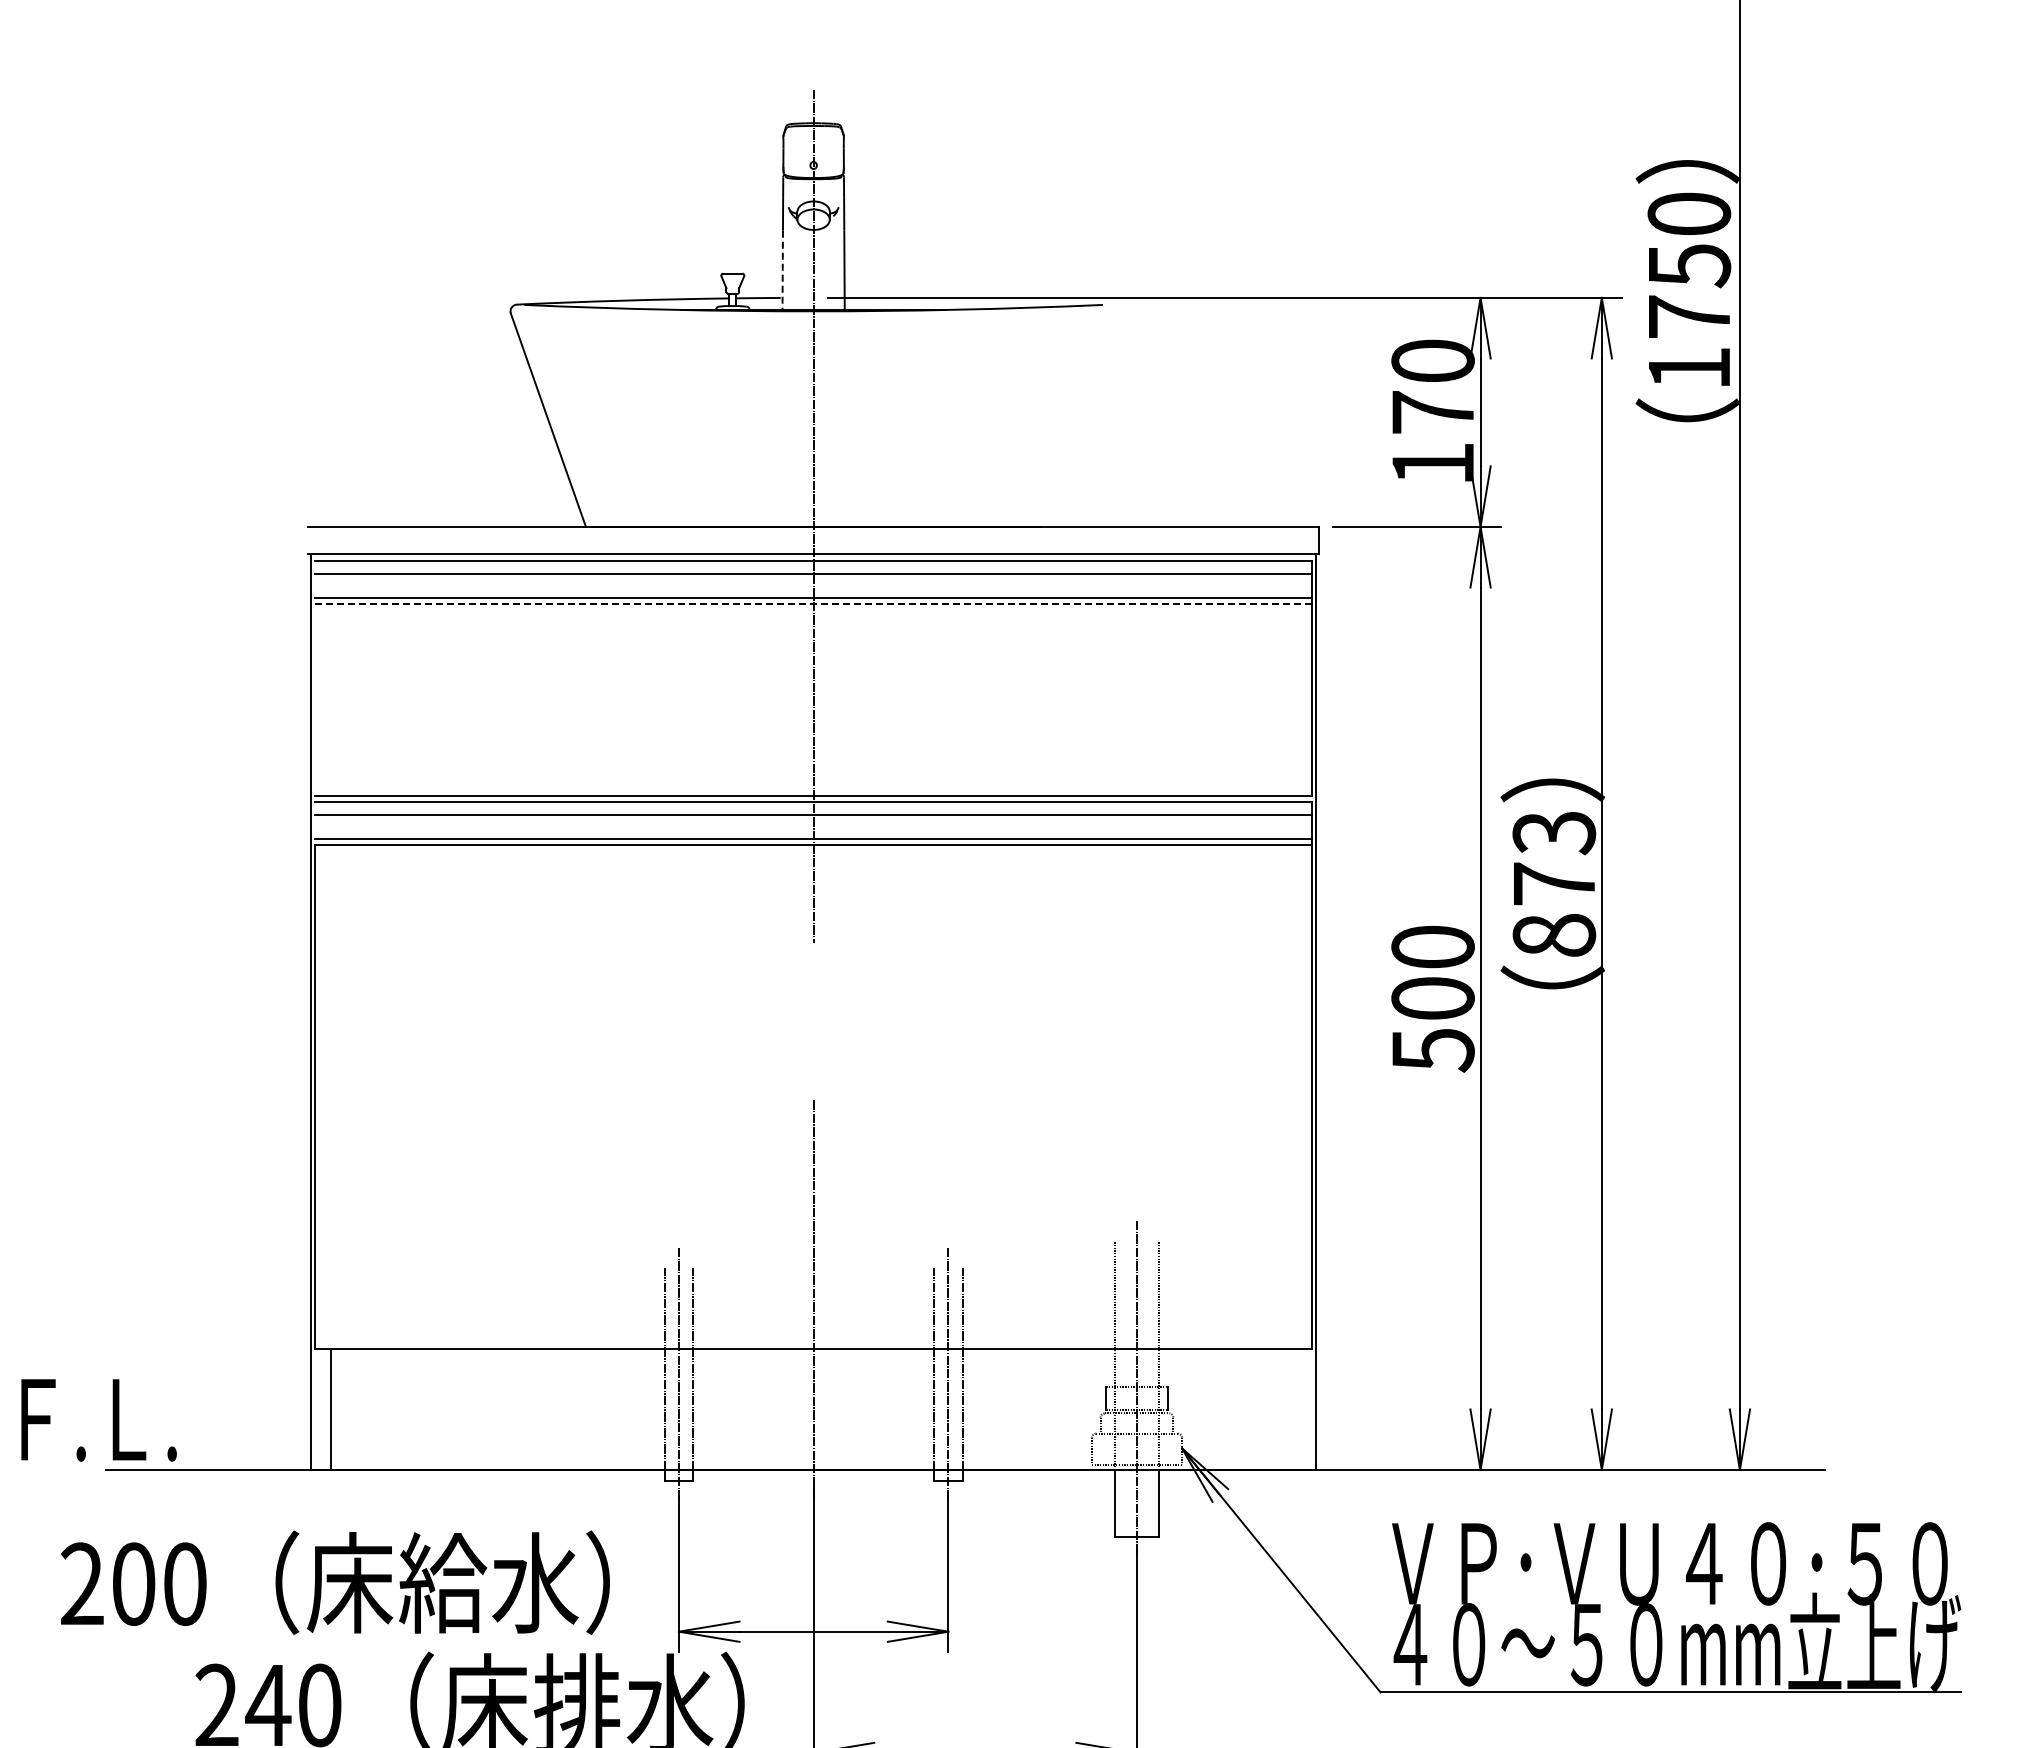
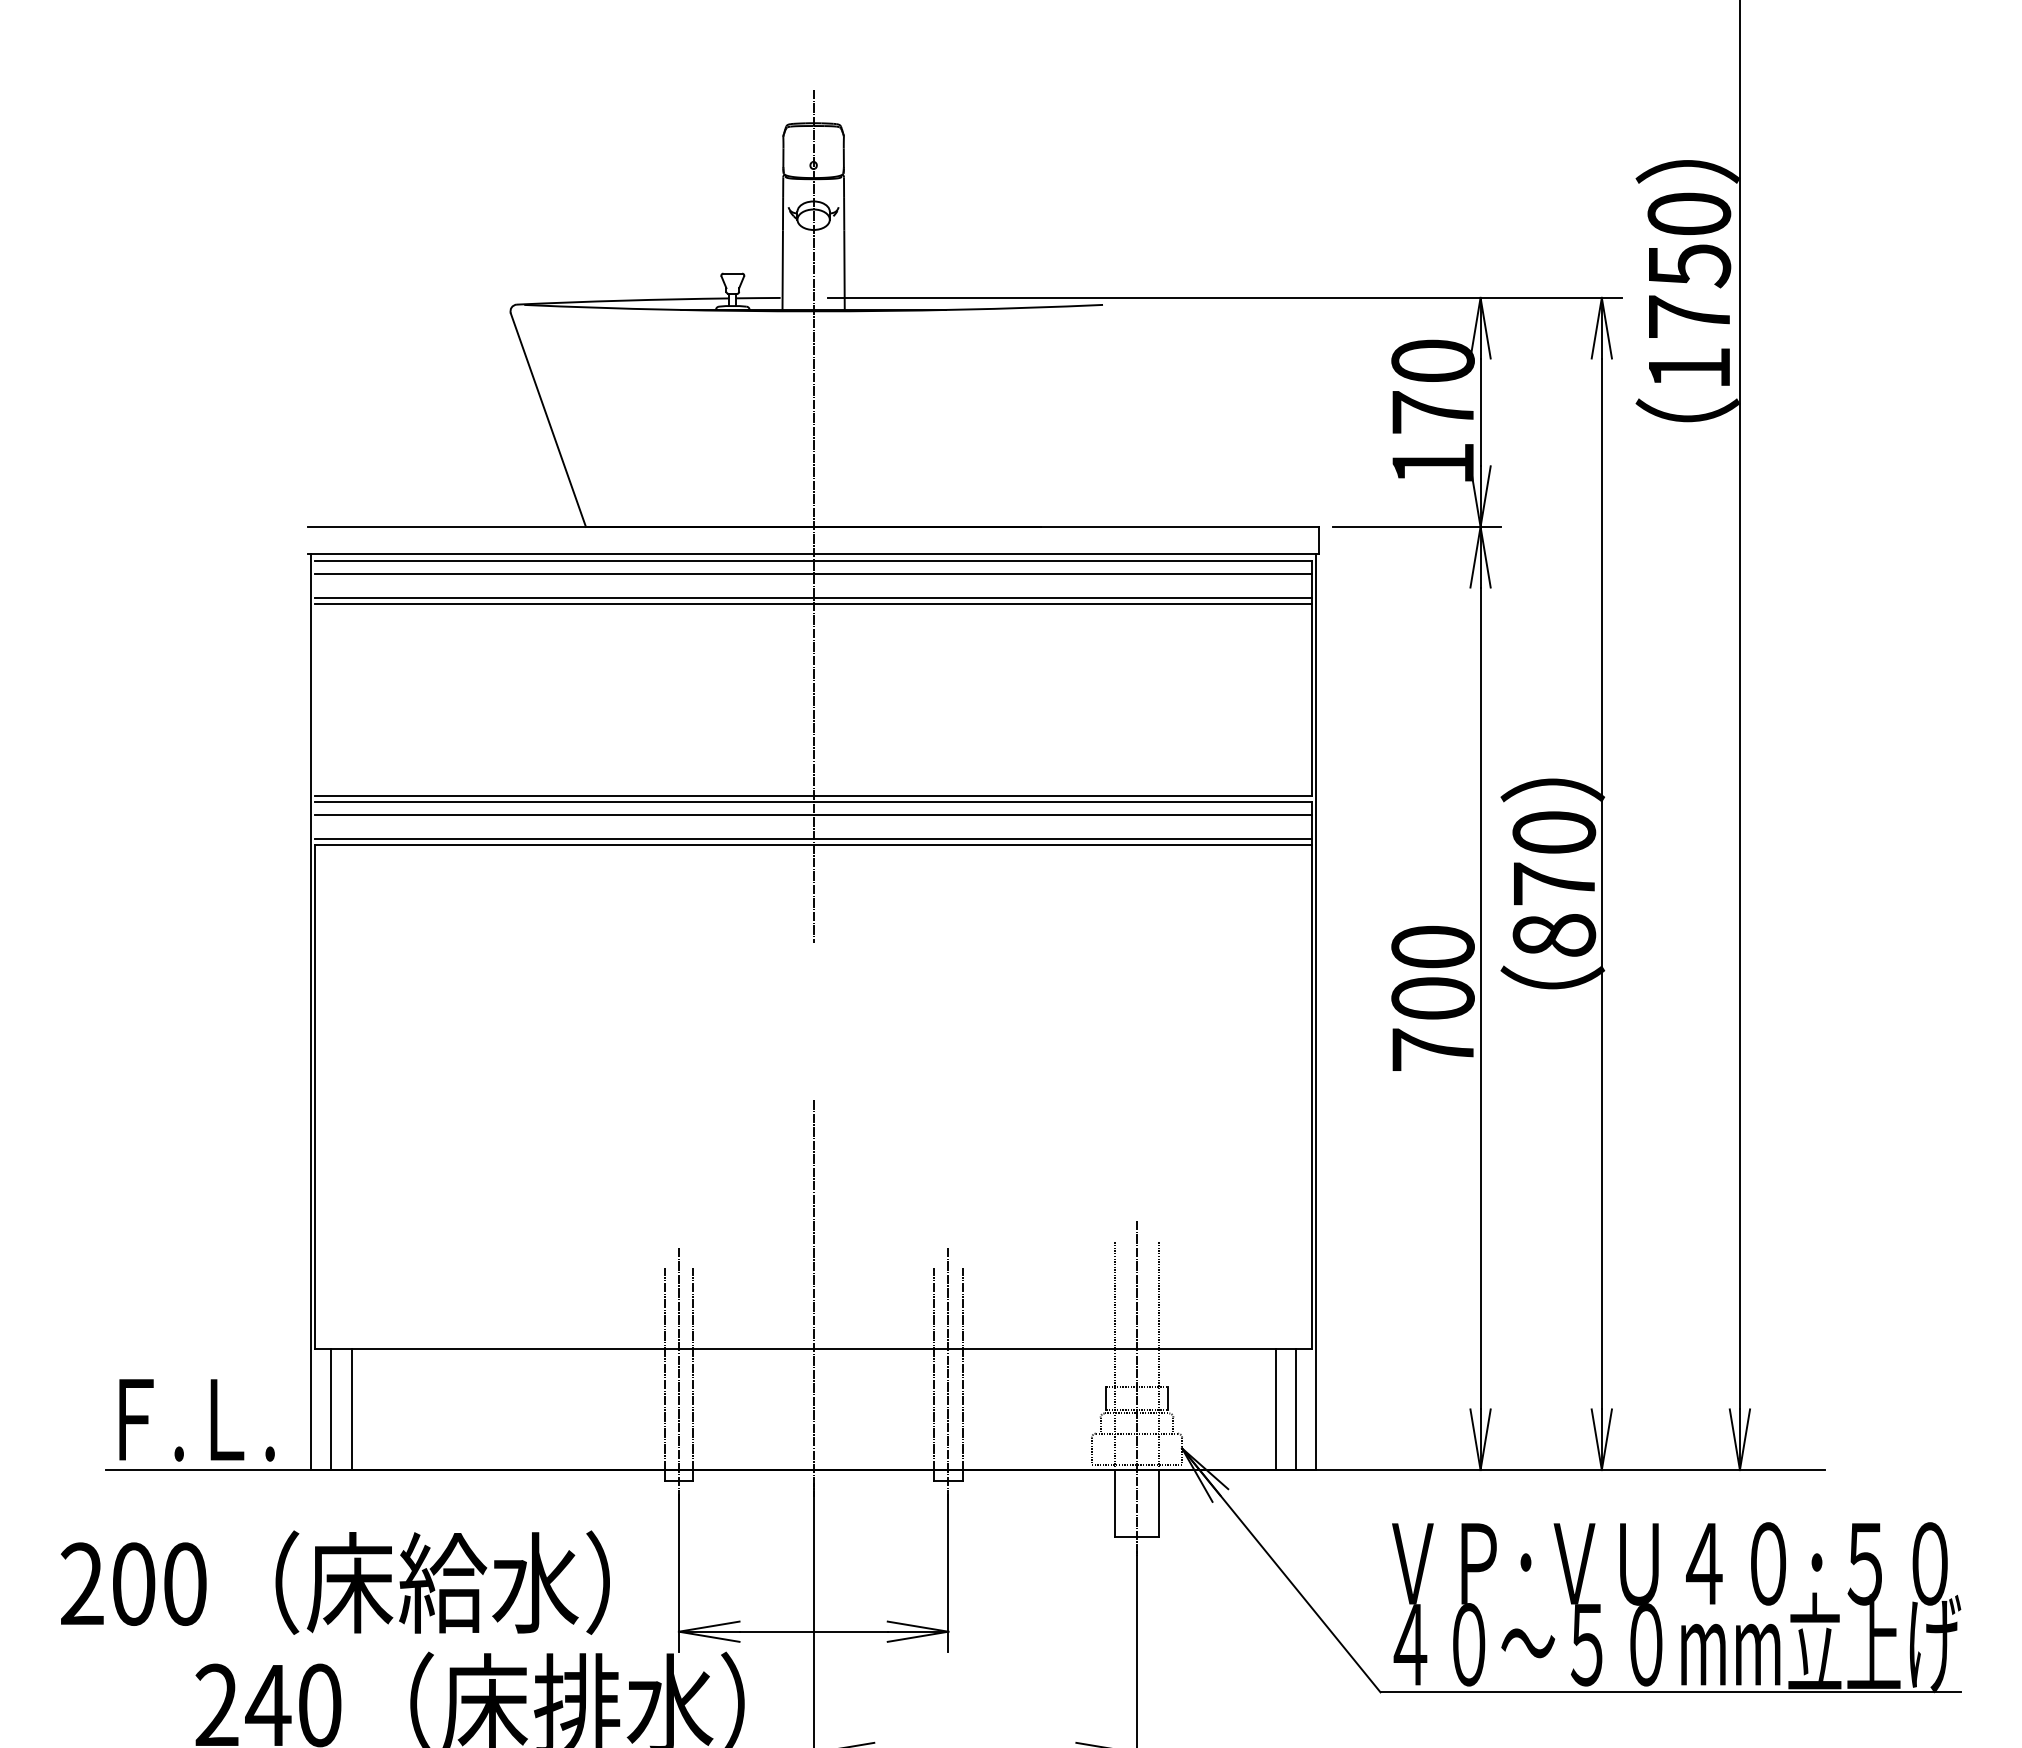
line at (782, 270): dashed -> solid
line at (813, 603): dashed -> solid
text at (1554, 833): 873 -> 870
text at (1433, 1050): 500 -> 700
line at (351, 1409): none -> present
line at (1275, 1409): none -> present
line at (1295, 1409): none -> present
text at (98, 1420) position: (98, 1420) -> (196, 1420)
